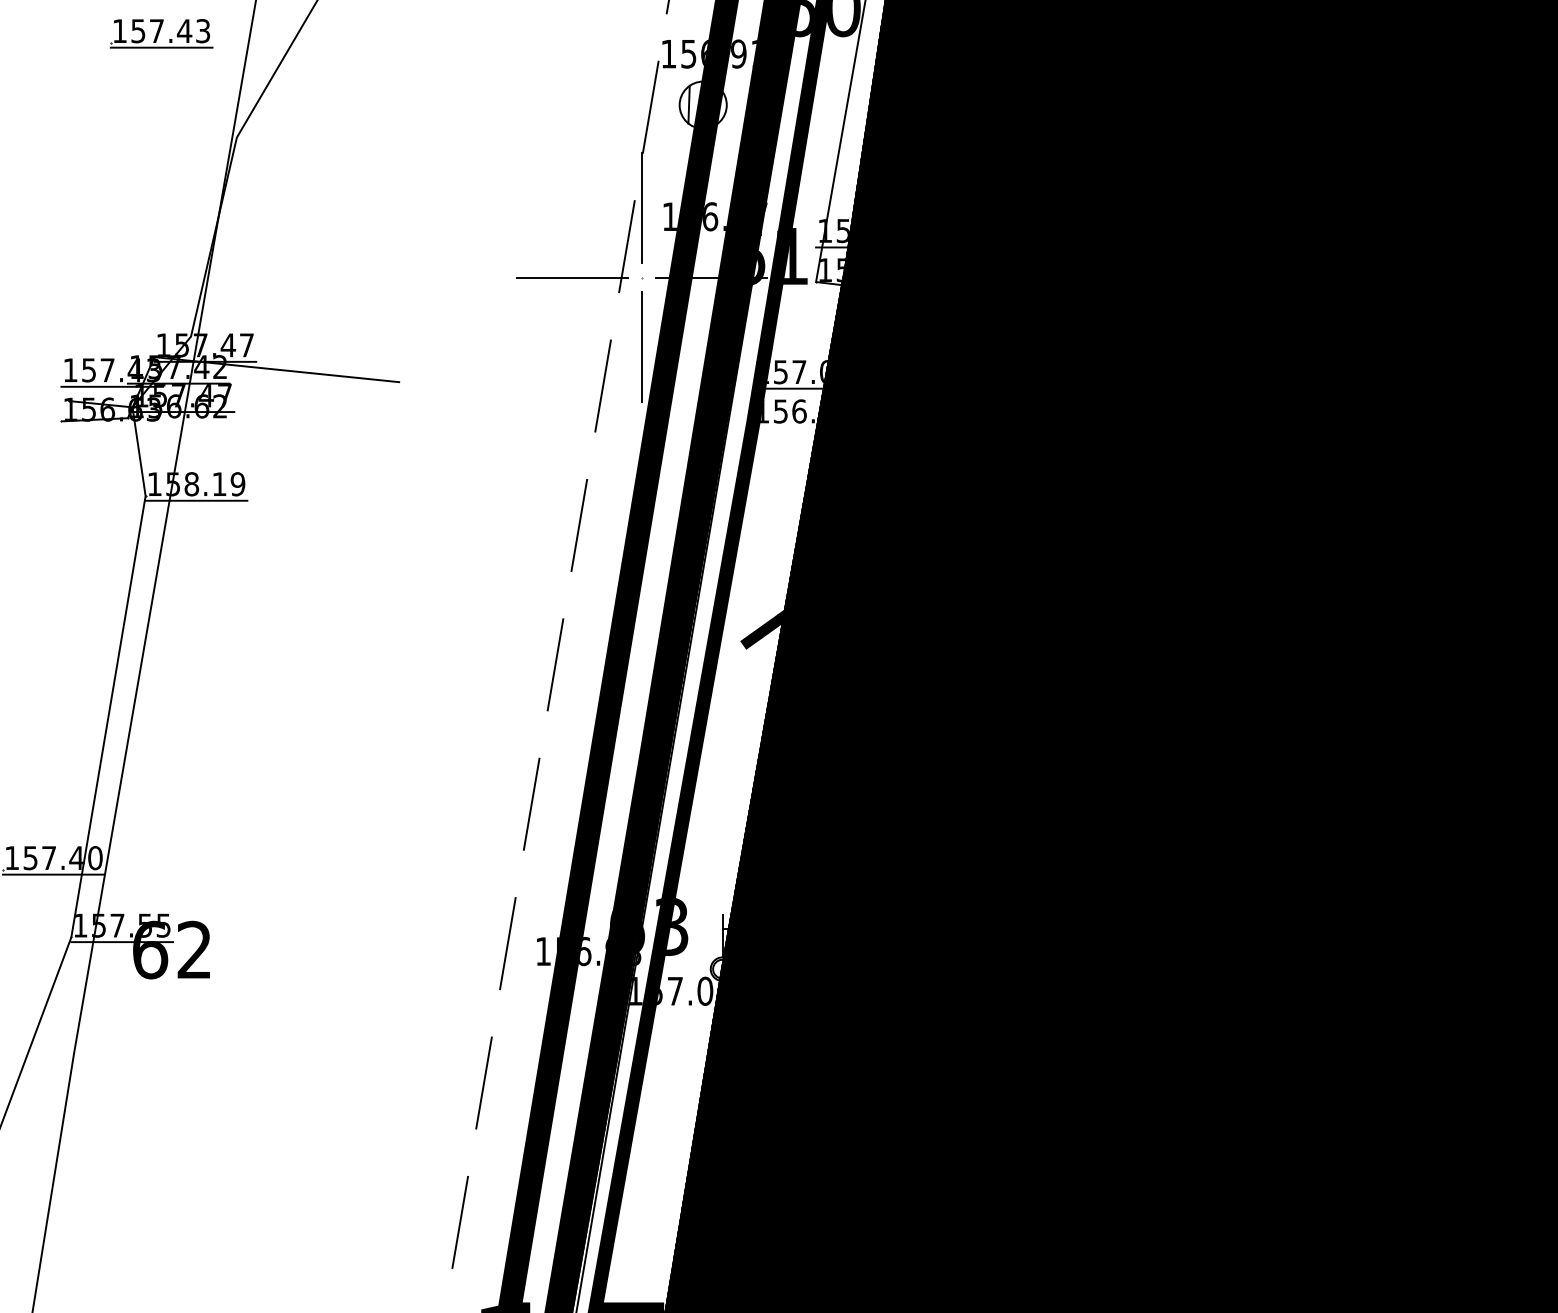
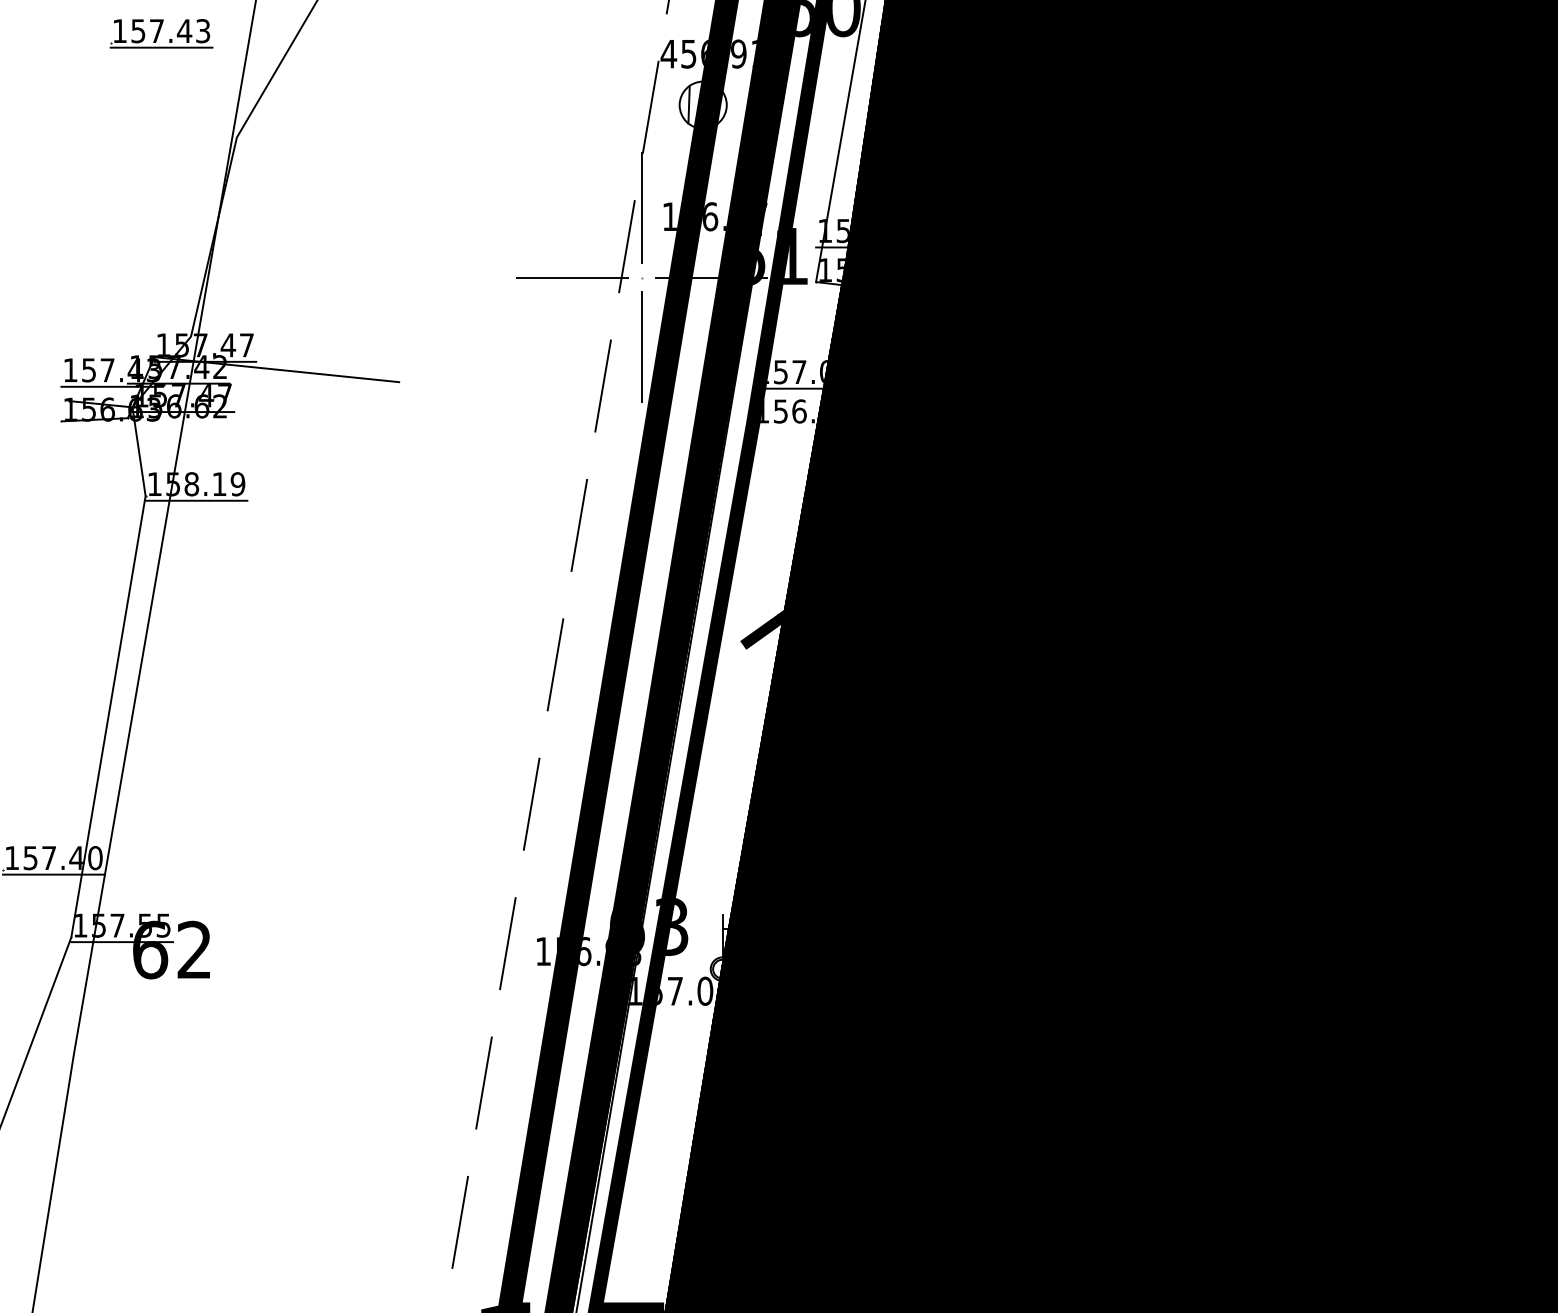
text at (668, 54): 156.91 -> 456.91
